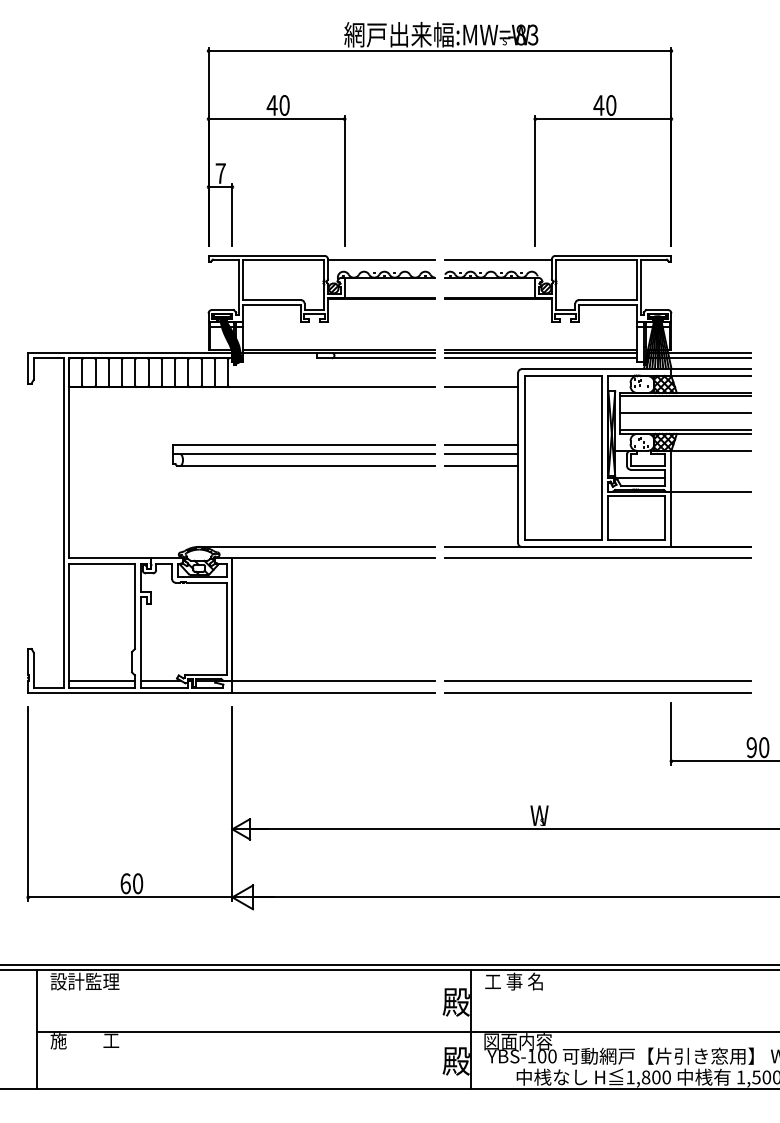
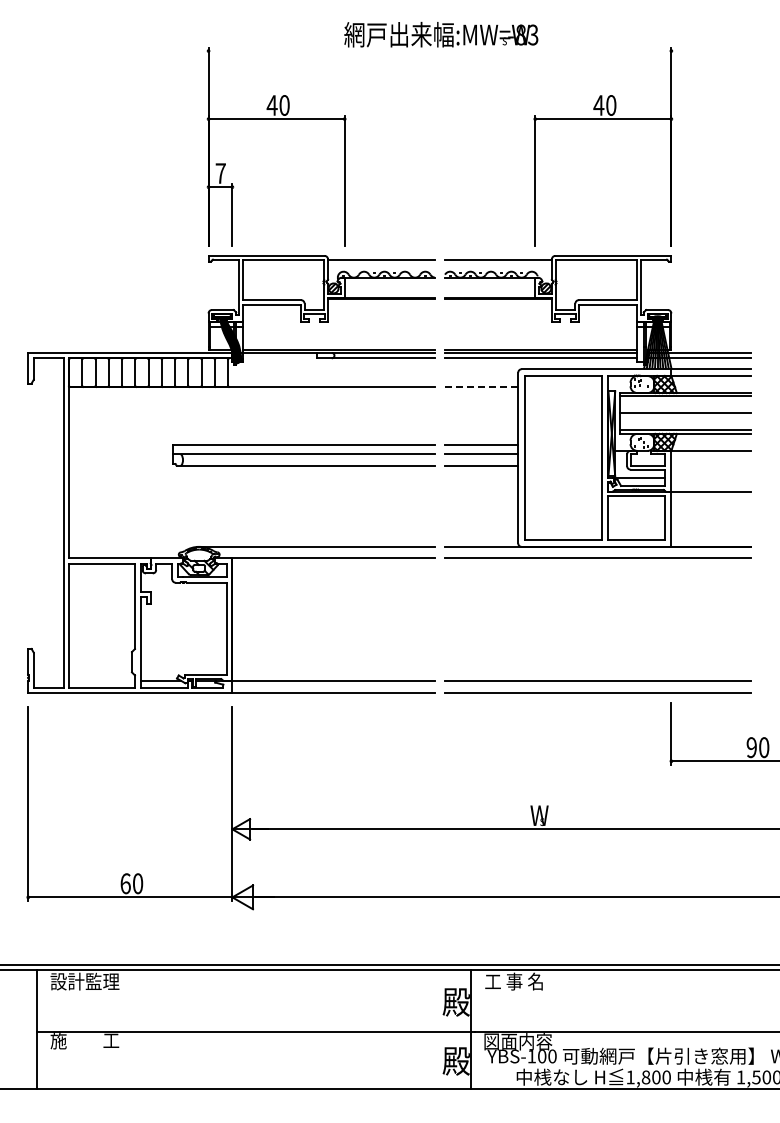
line at (439, 51): present -> none
line at (481, 386): solid -> dashed
line at (101, 680): present -> none
